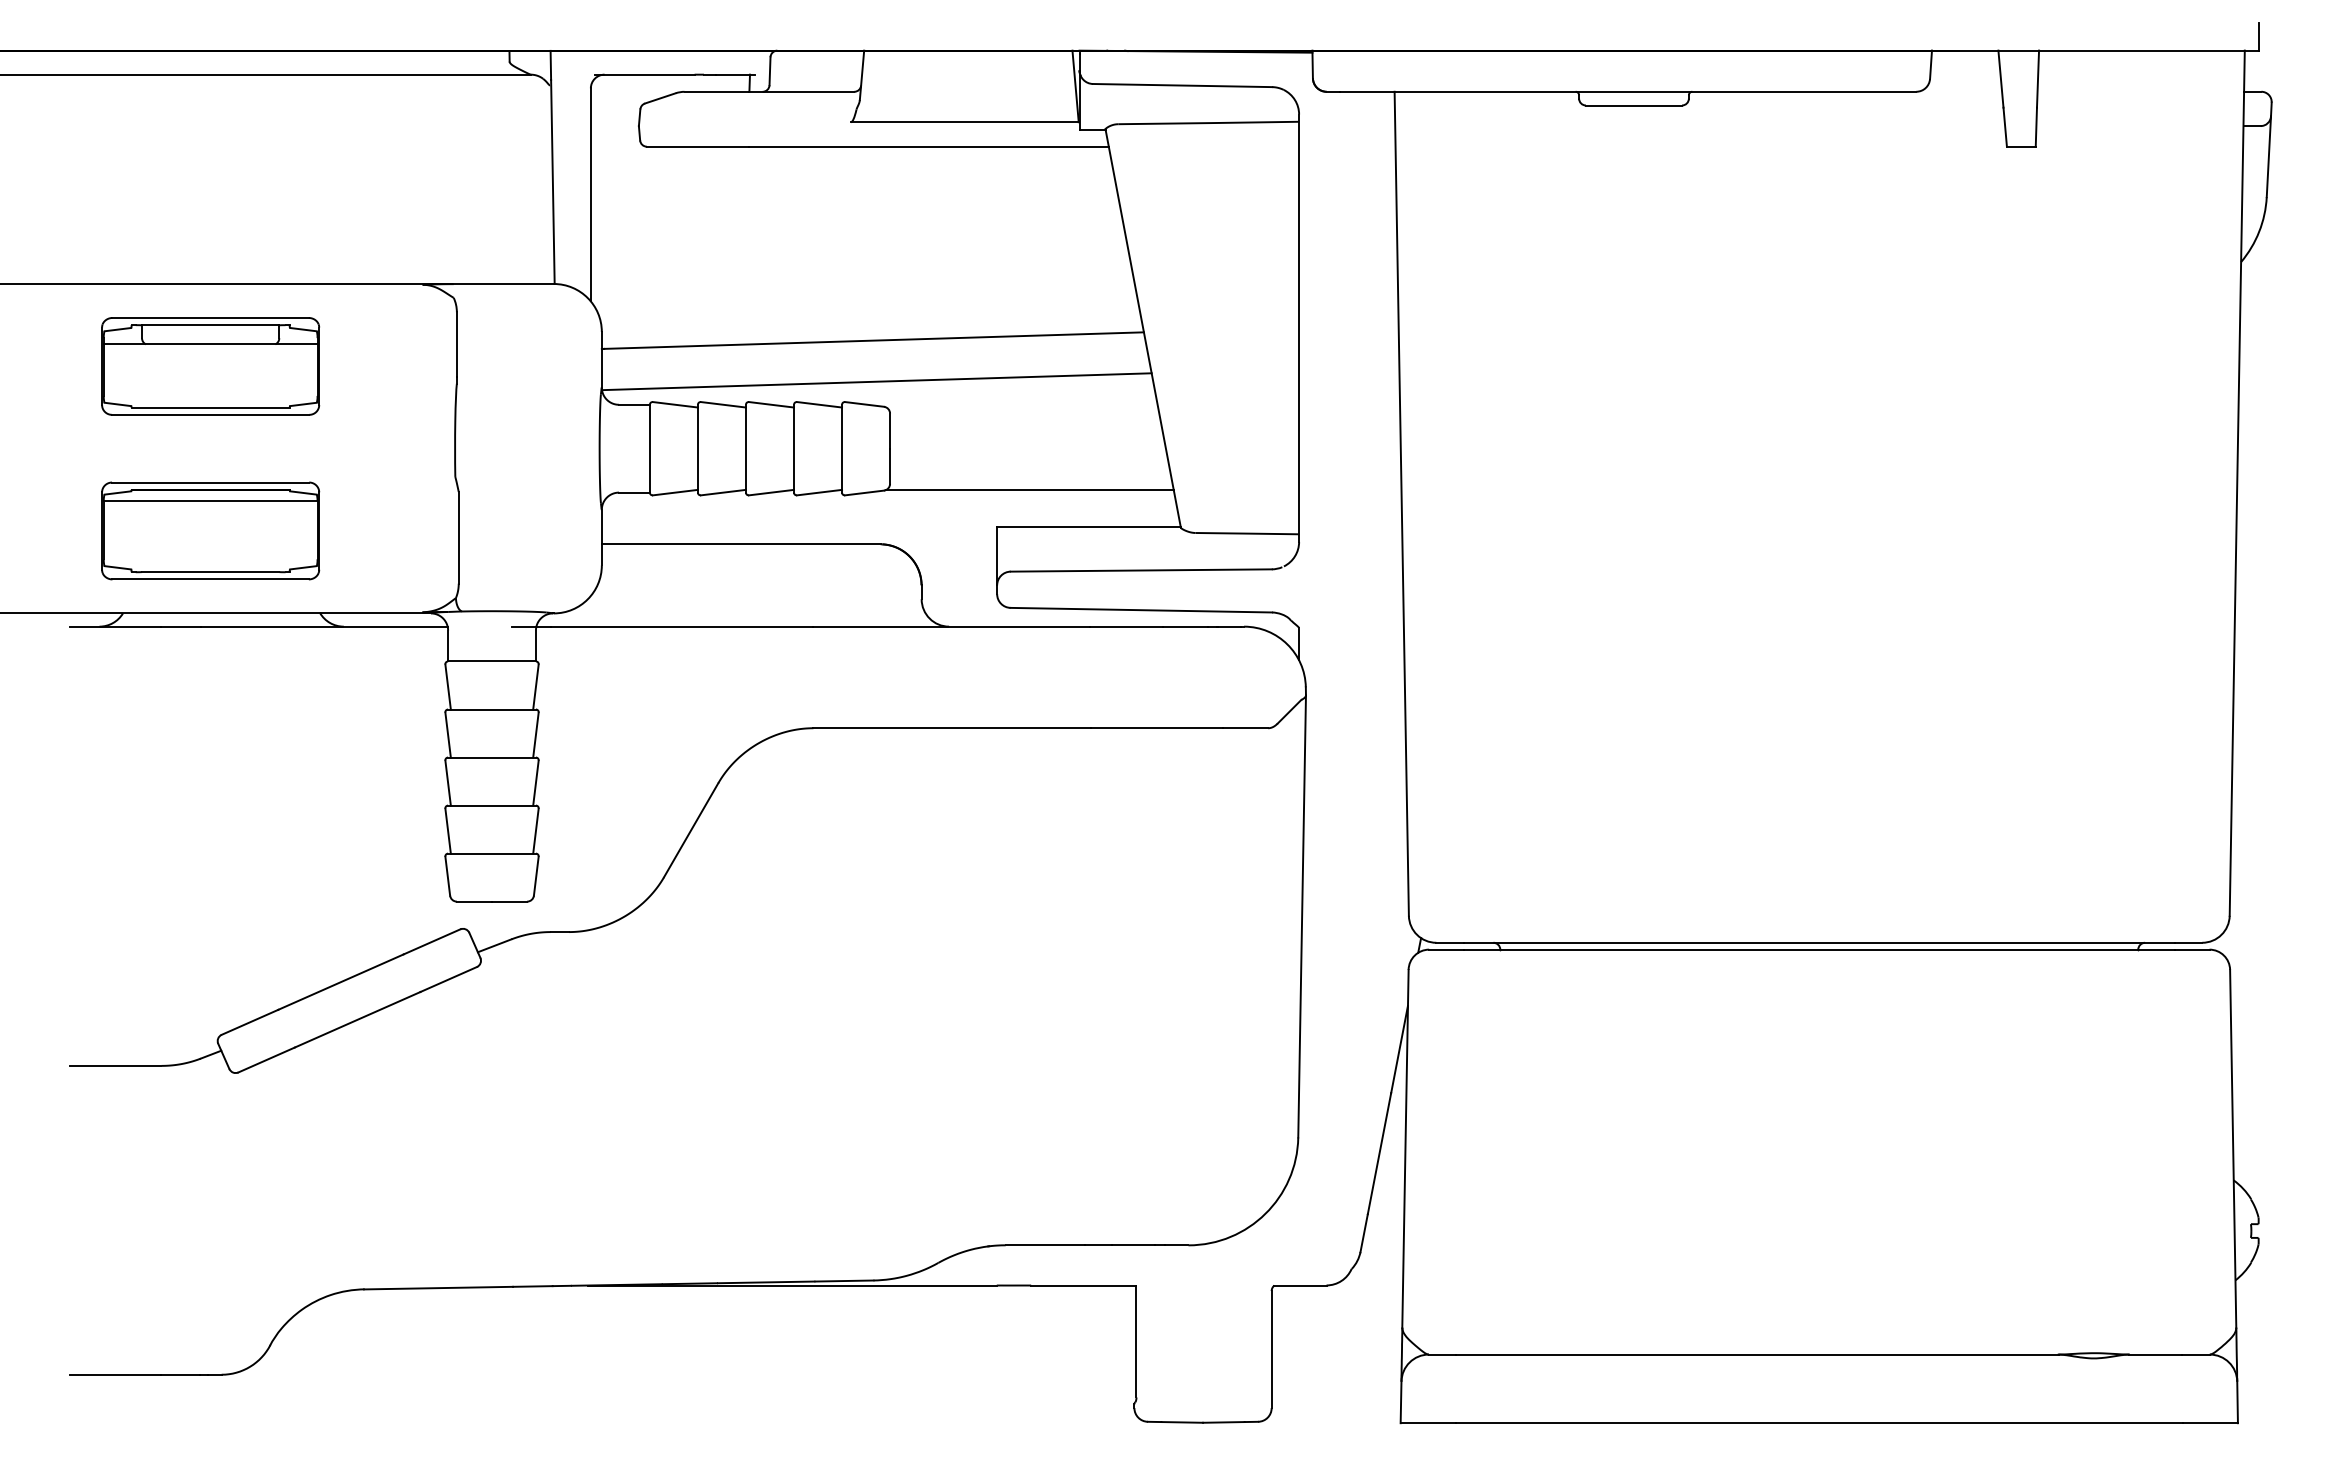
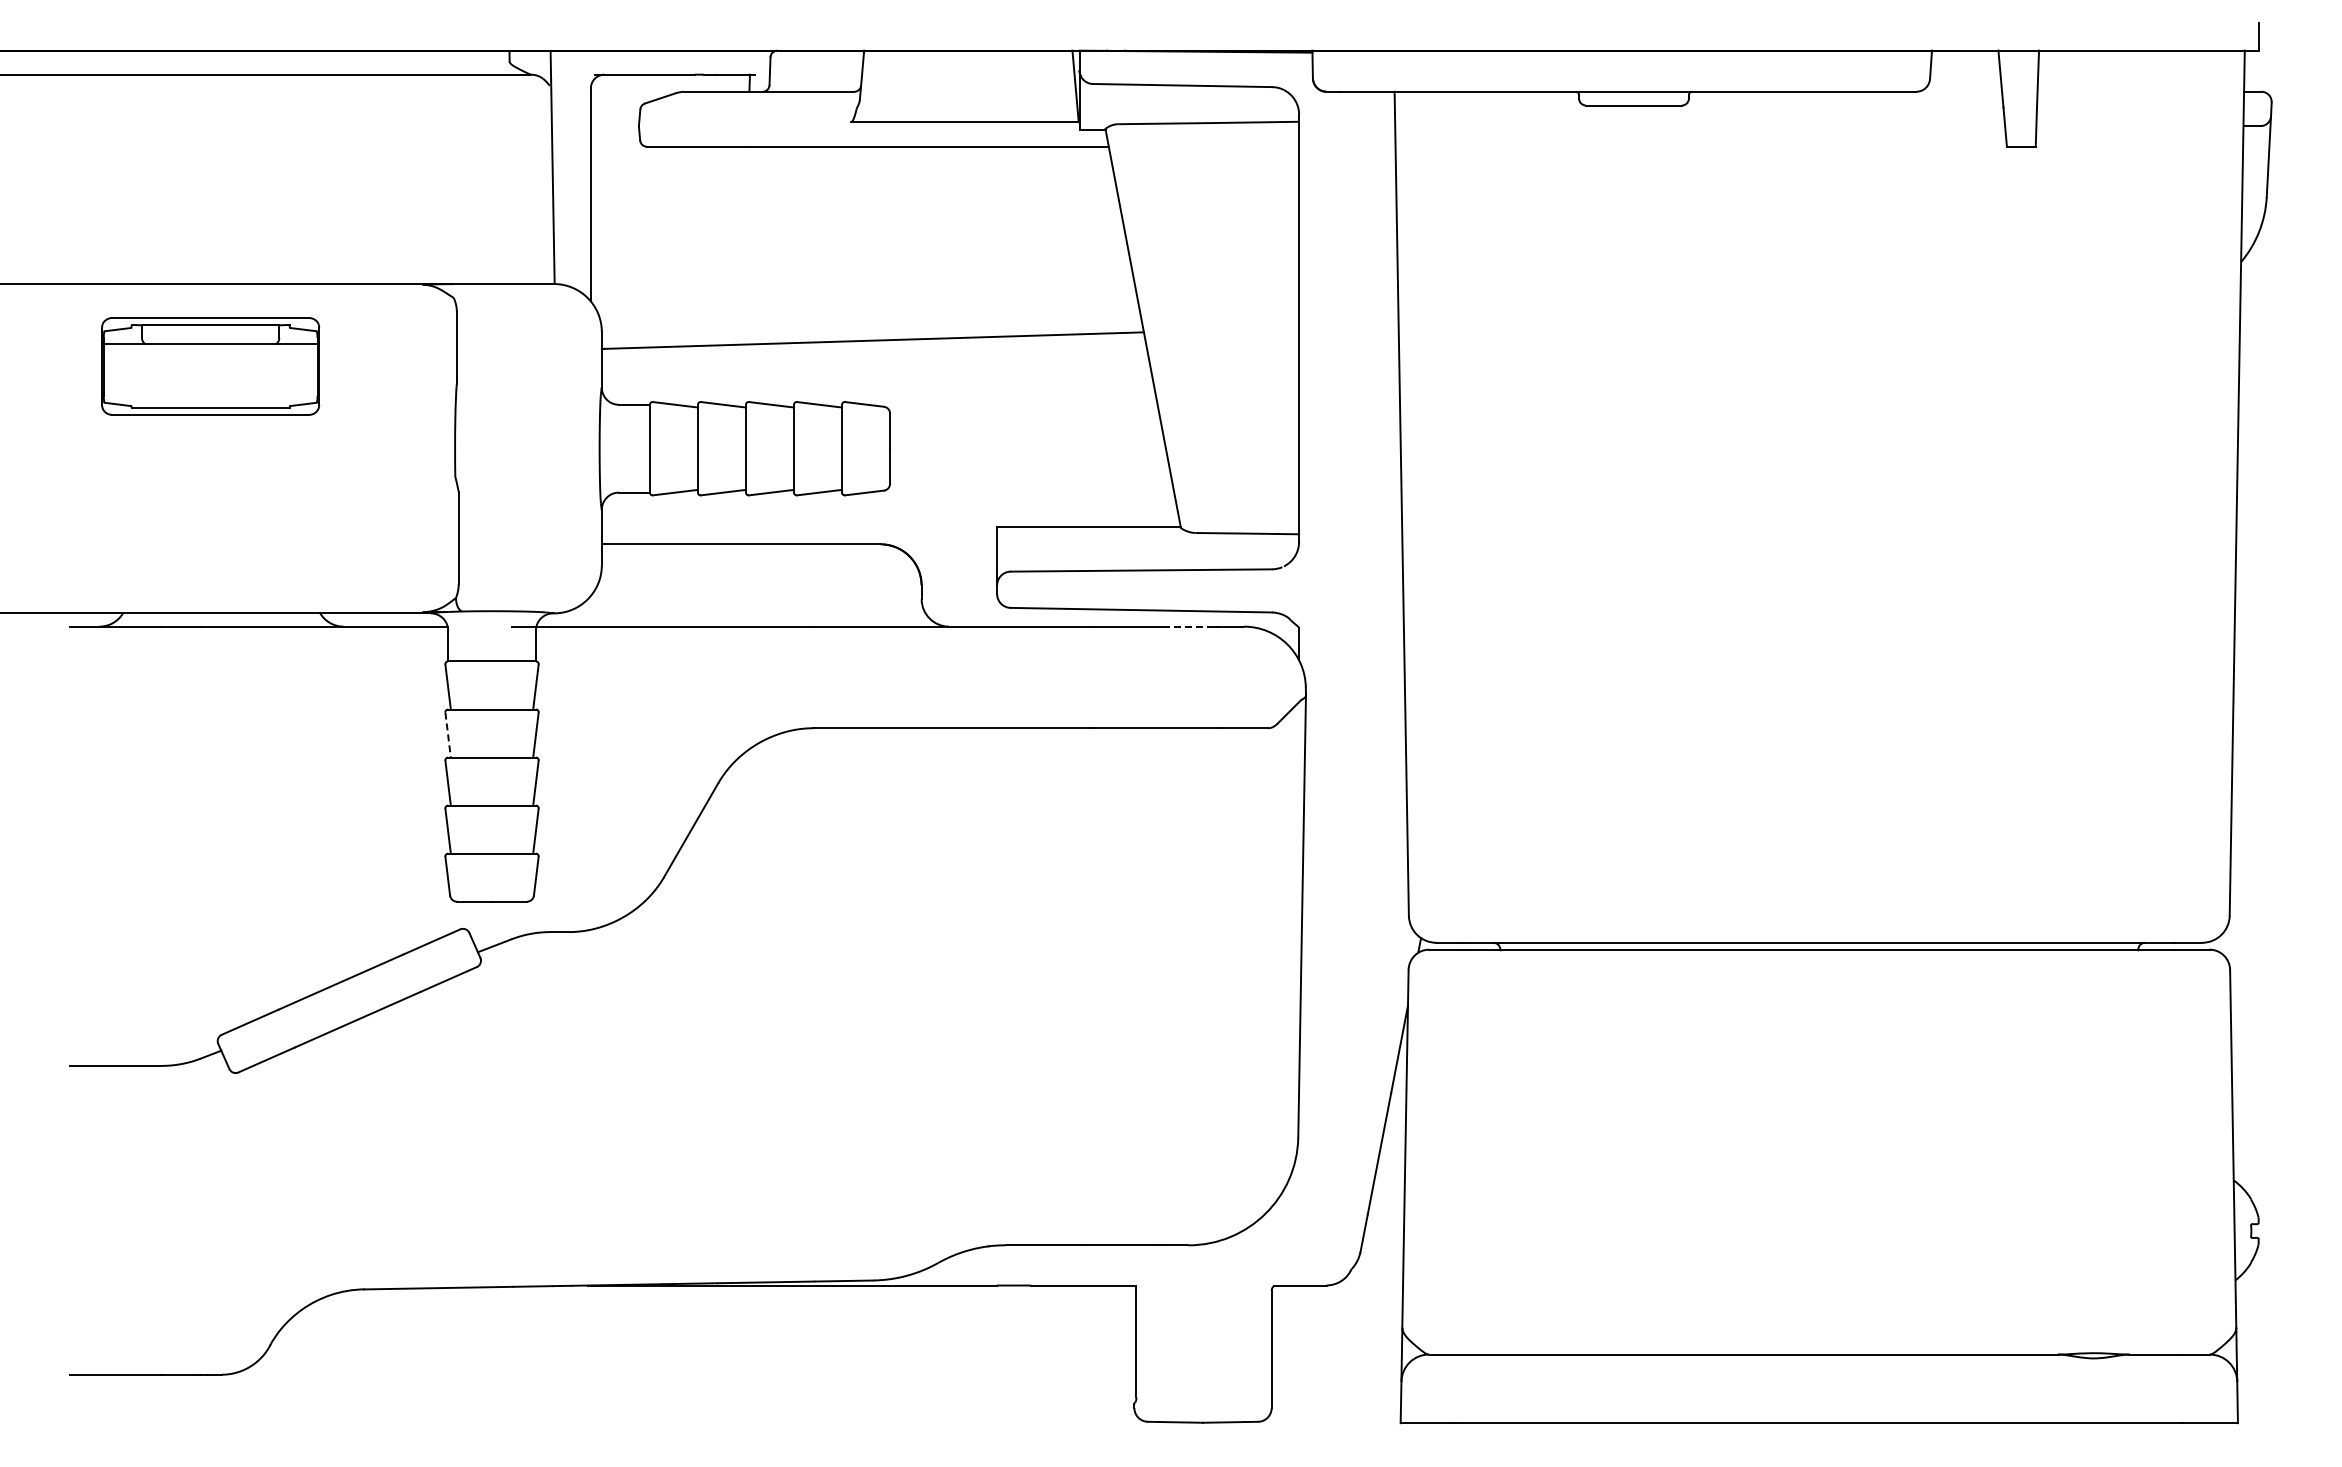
line at (877, 381): present -> none
line at (1029, 489): present -> none
part at (210, 530): present -> none
line at (1186, 626): solid -> dashed
line at (448, 735): solid -> dashed
